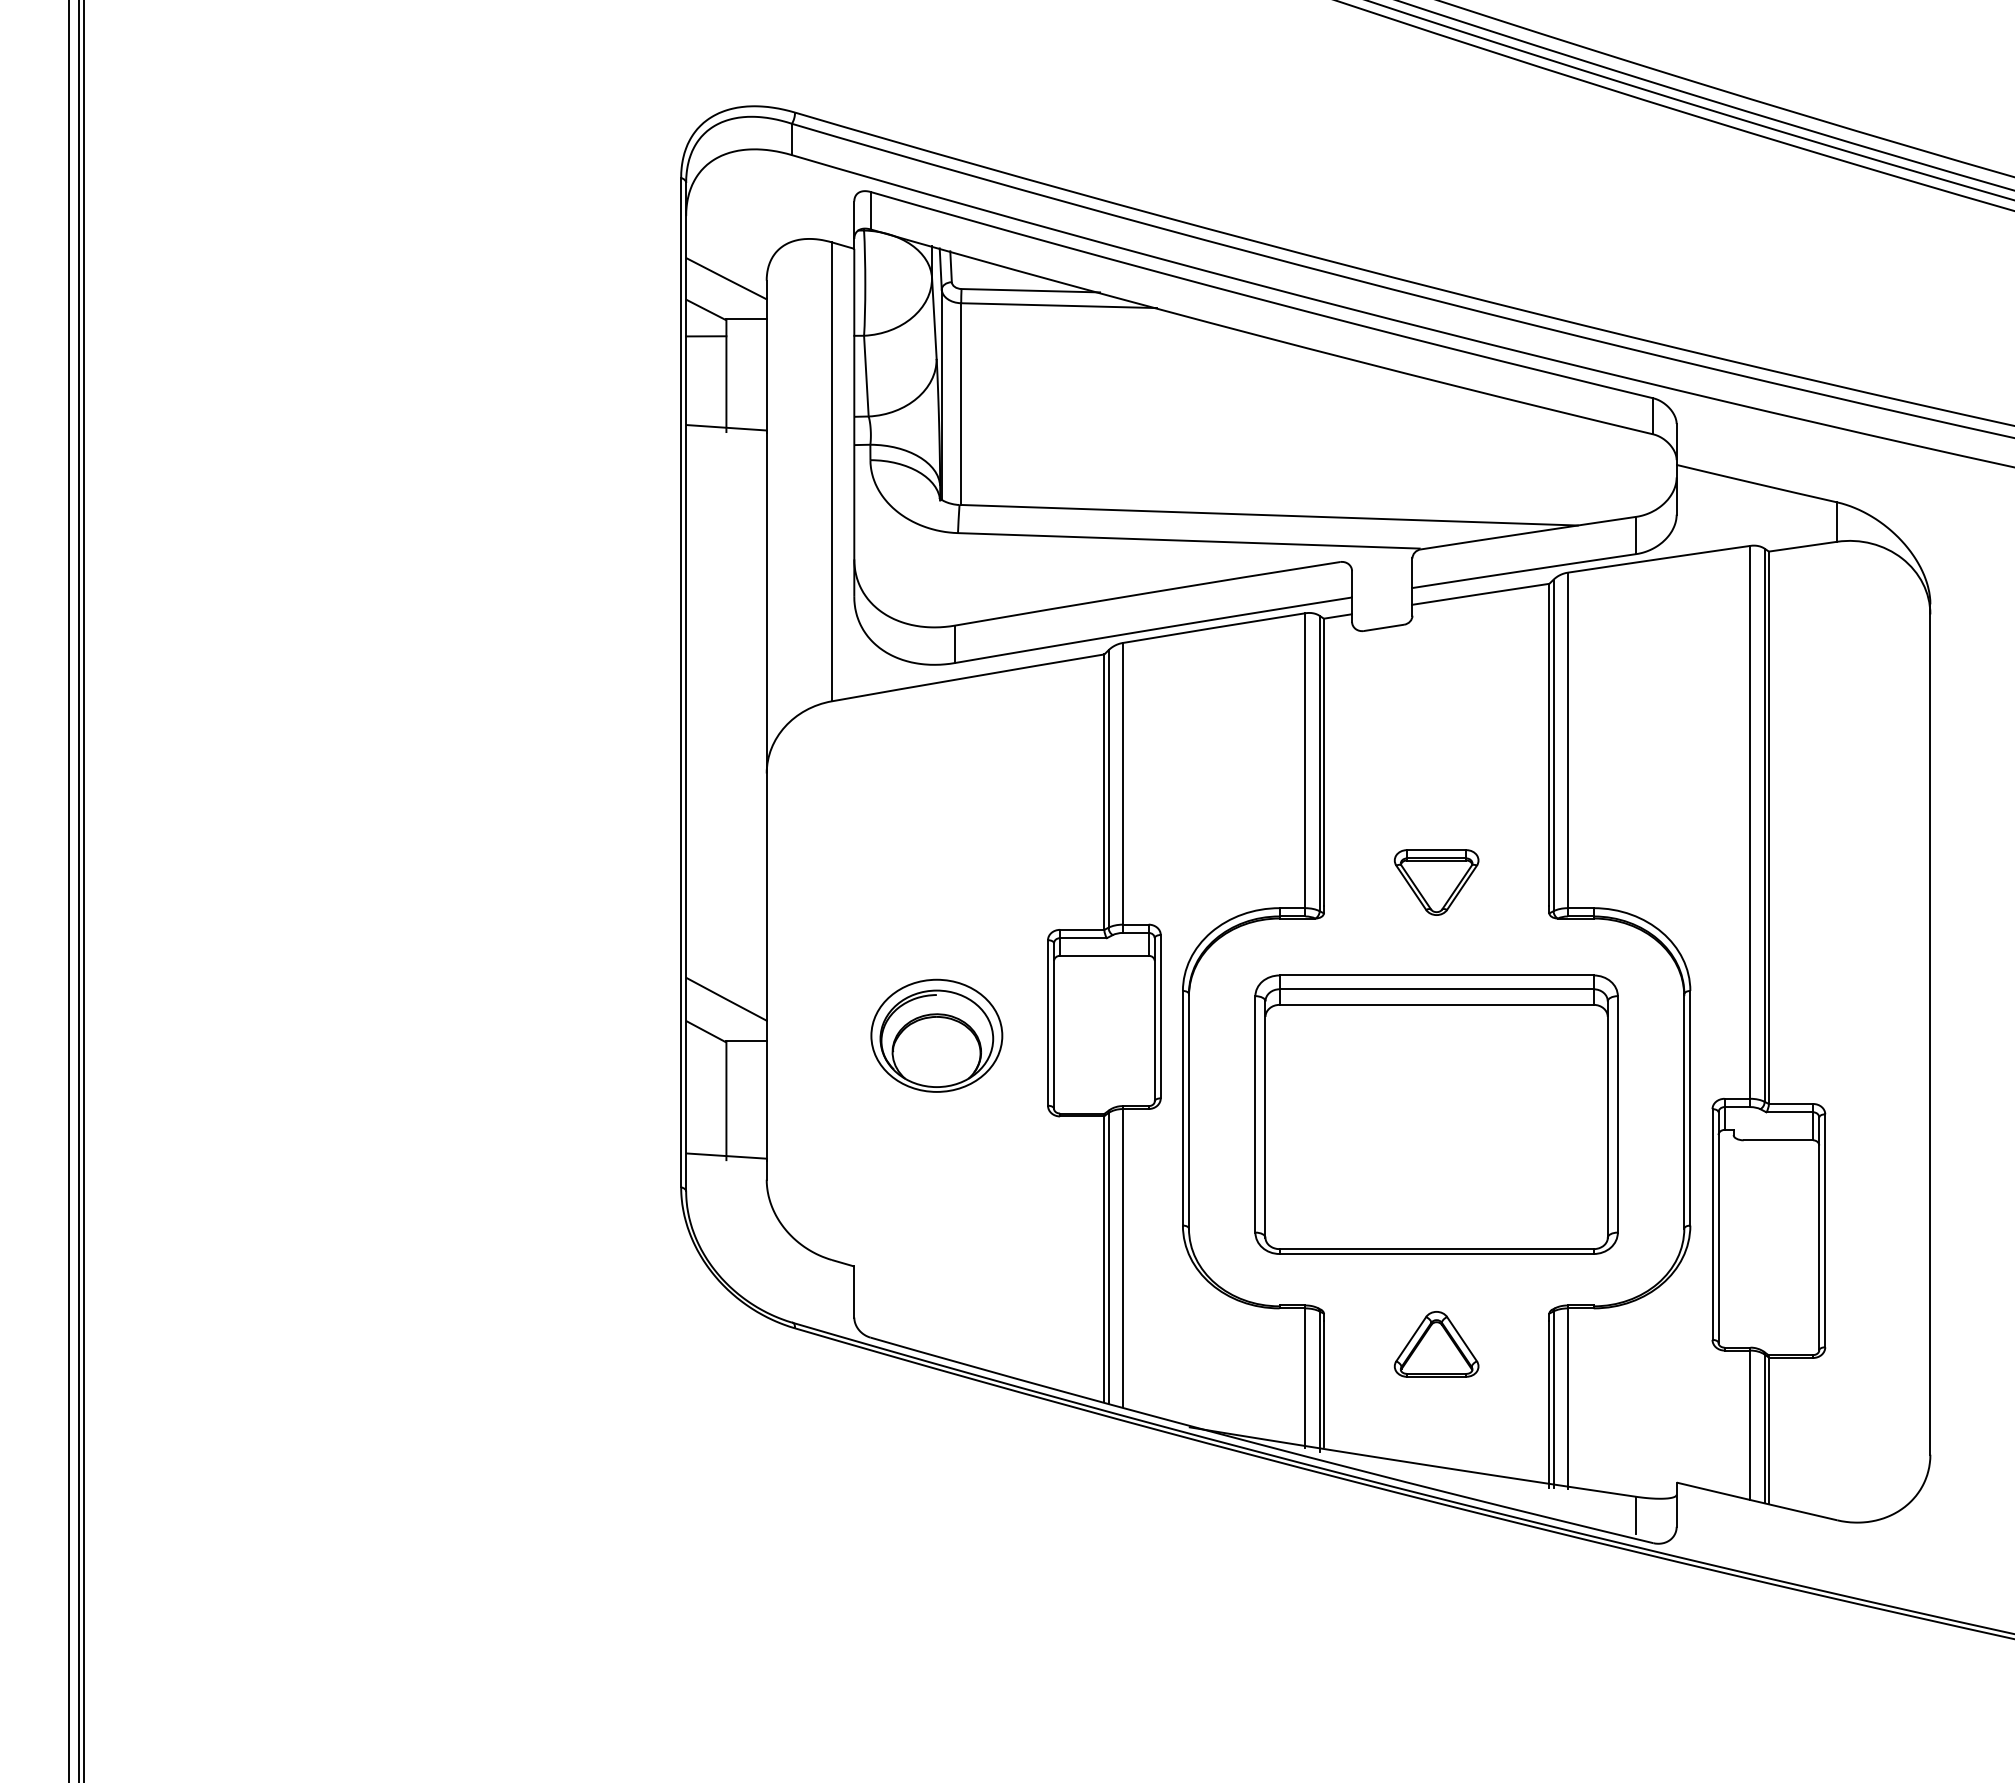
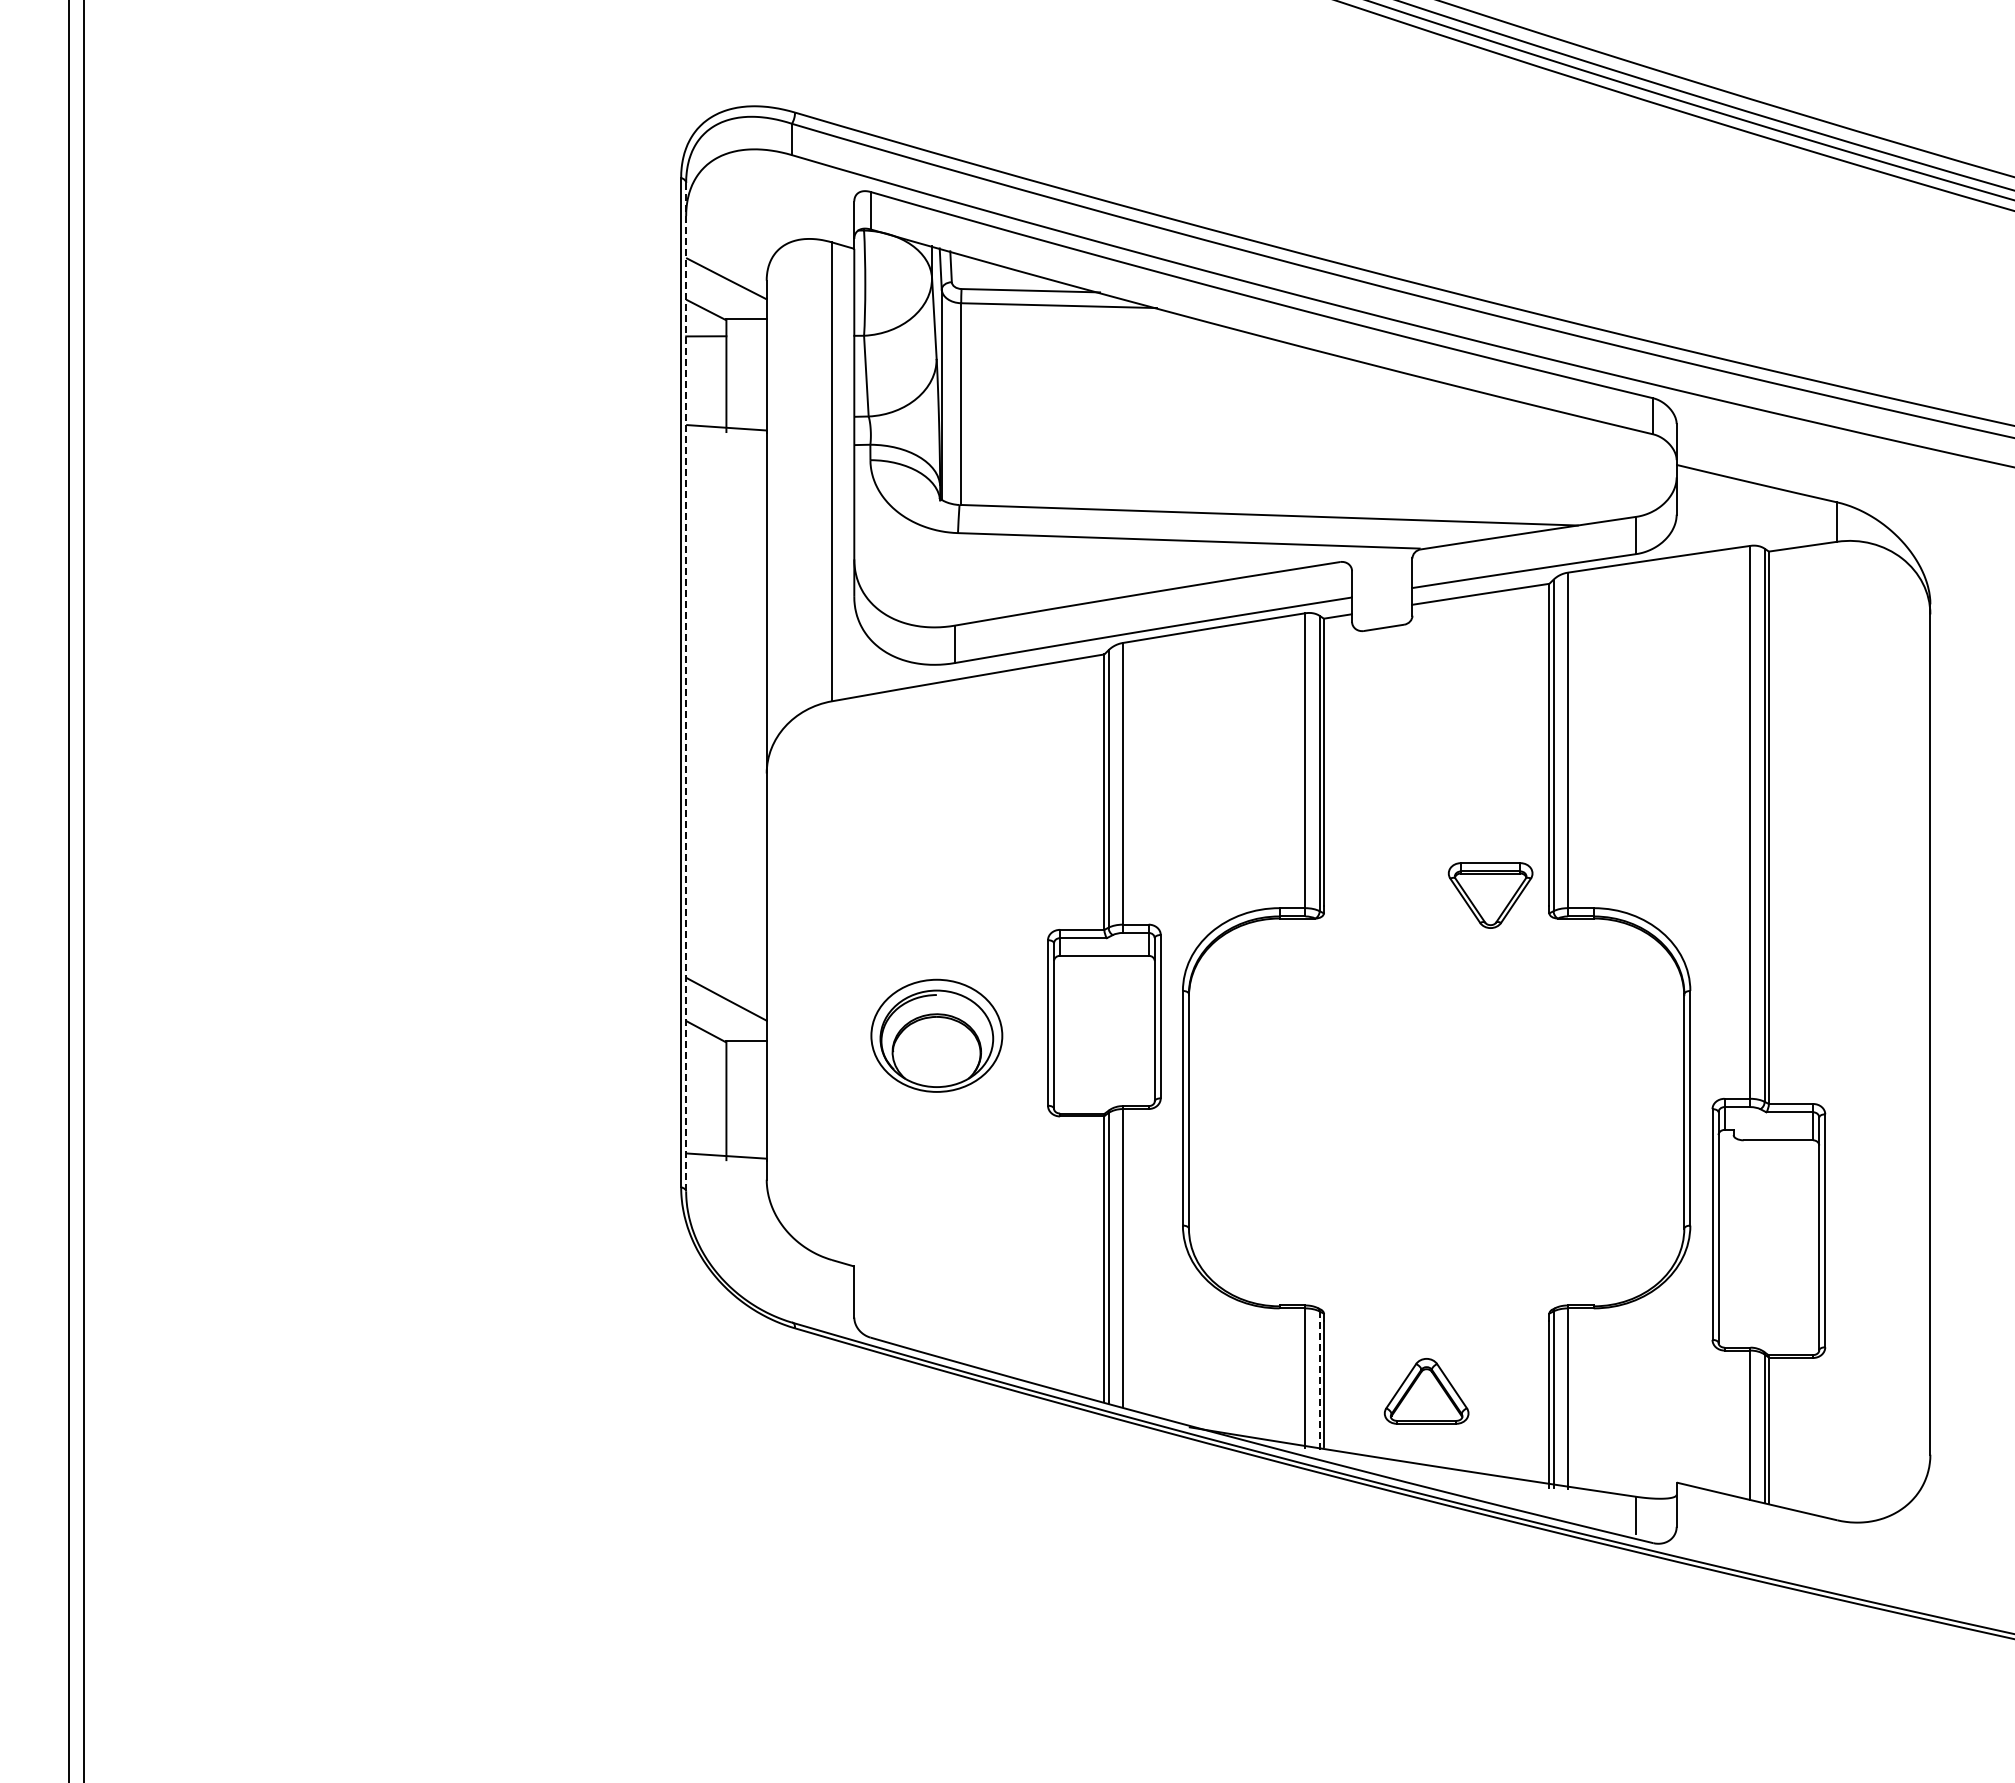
line at (686, 687): solid -> dashed
part at (1436, 882) position: (1436, 882) -> (1490, 895)
line at (78, 890): present -> none
part at (1436, 1114): present -> none
part at (1436, 1344) position: (1436, 1344) -> (1426, 1391)
line at (1319, 1381): solid -> dashed
